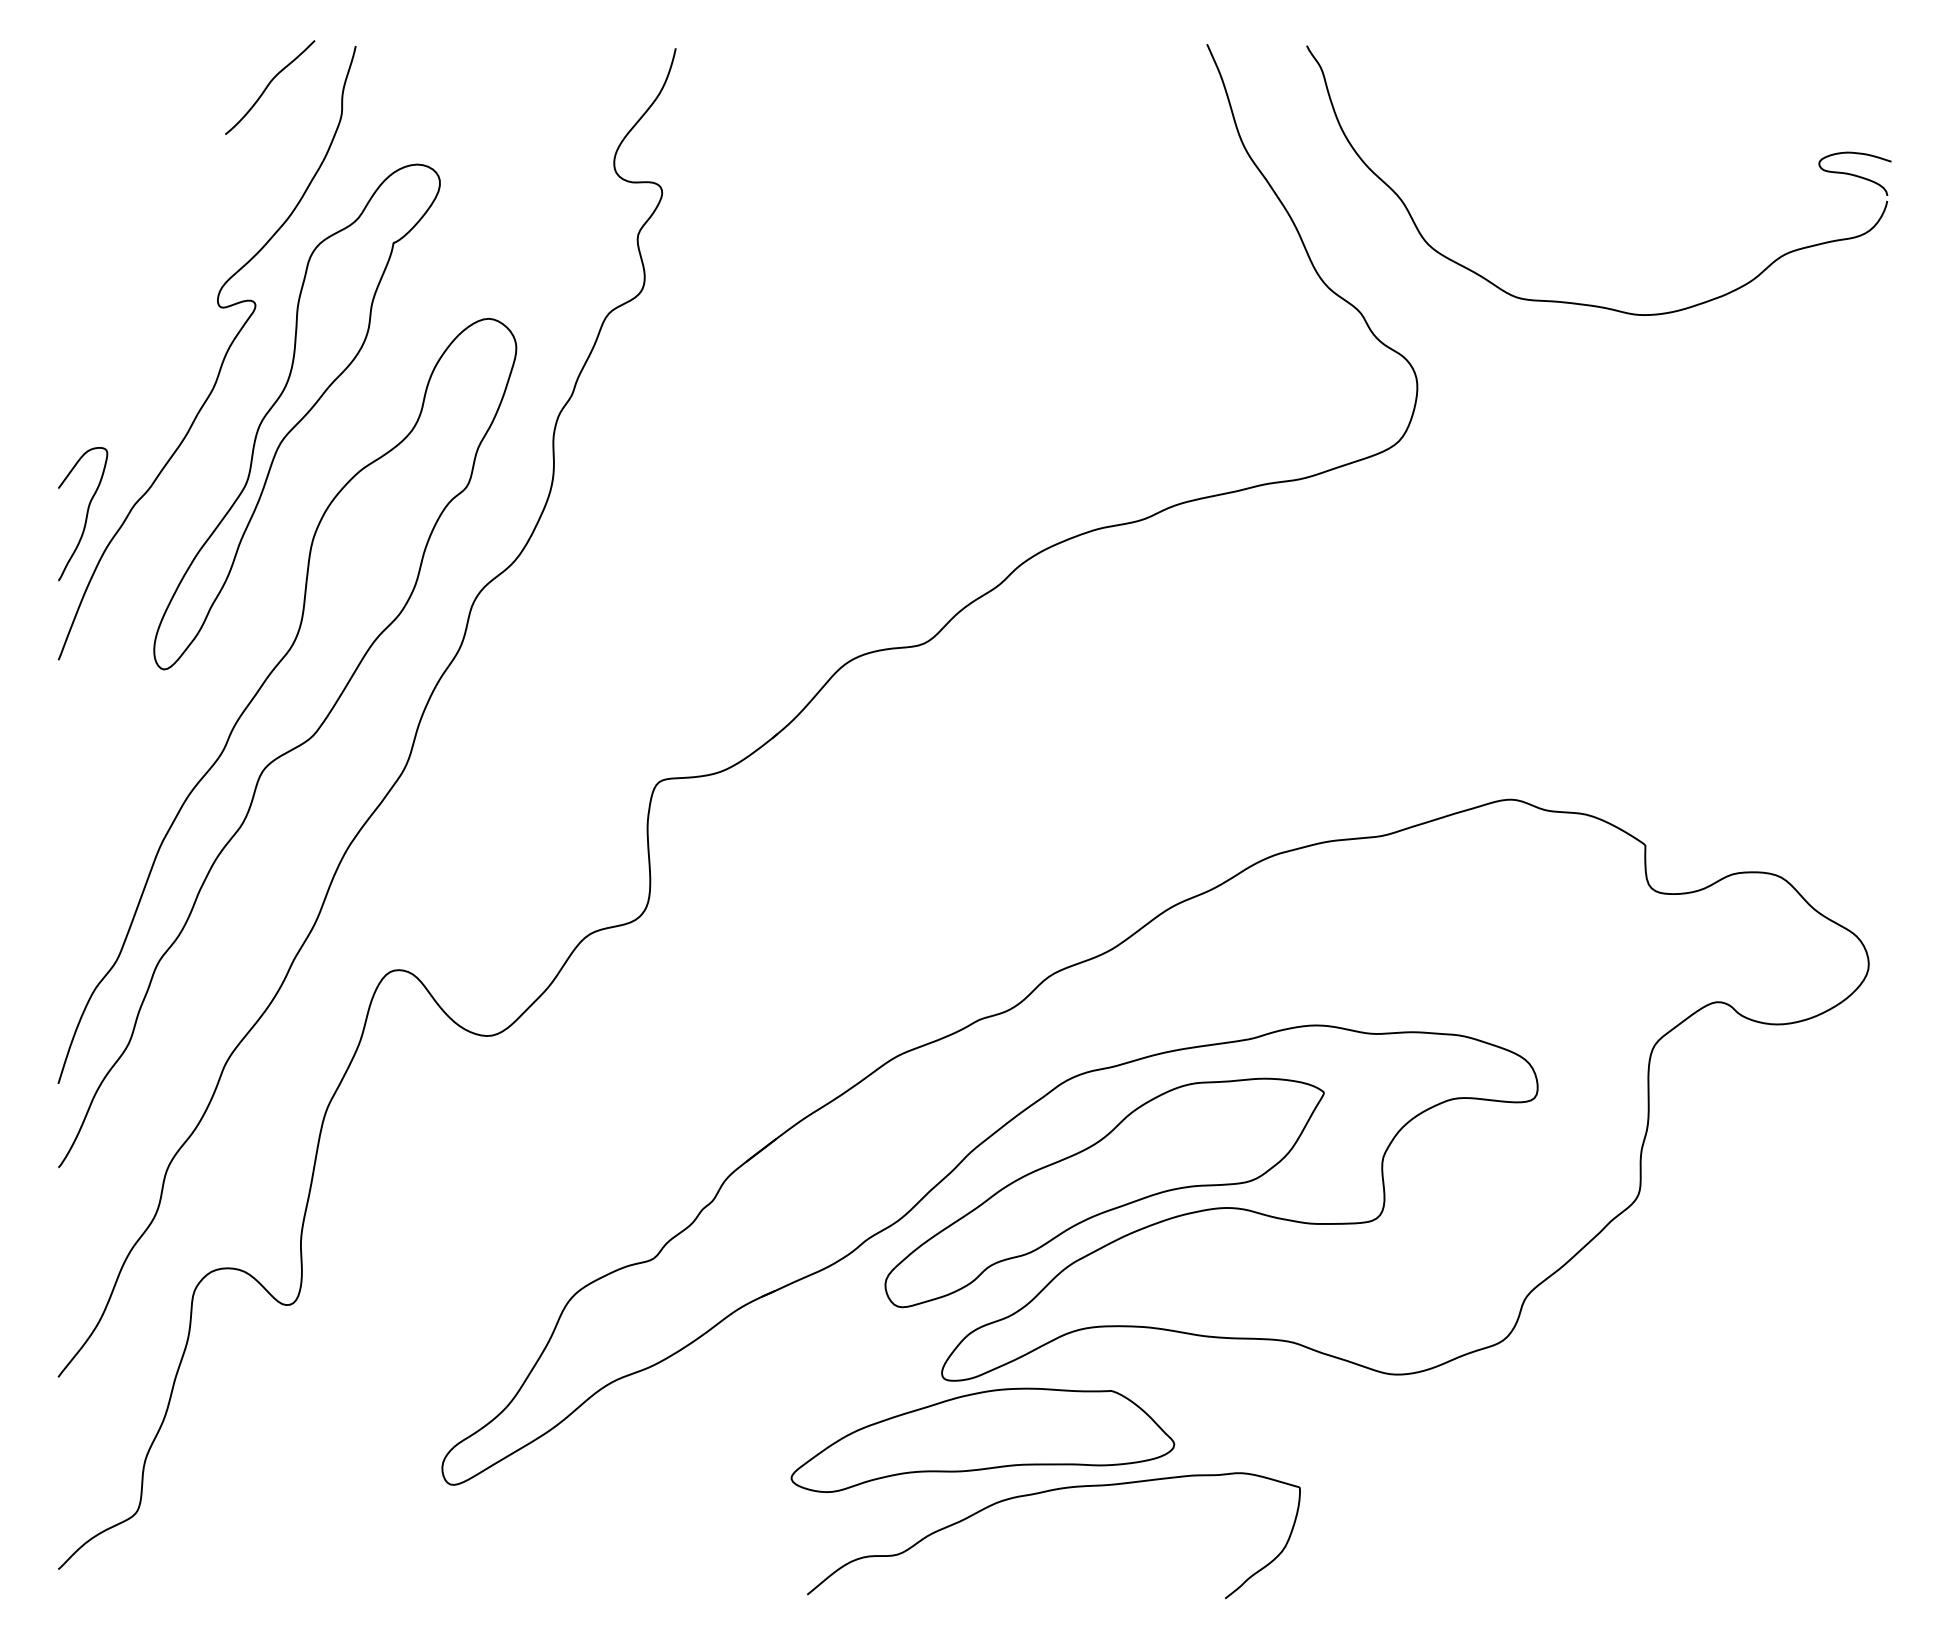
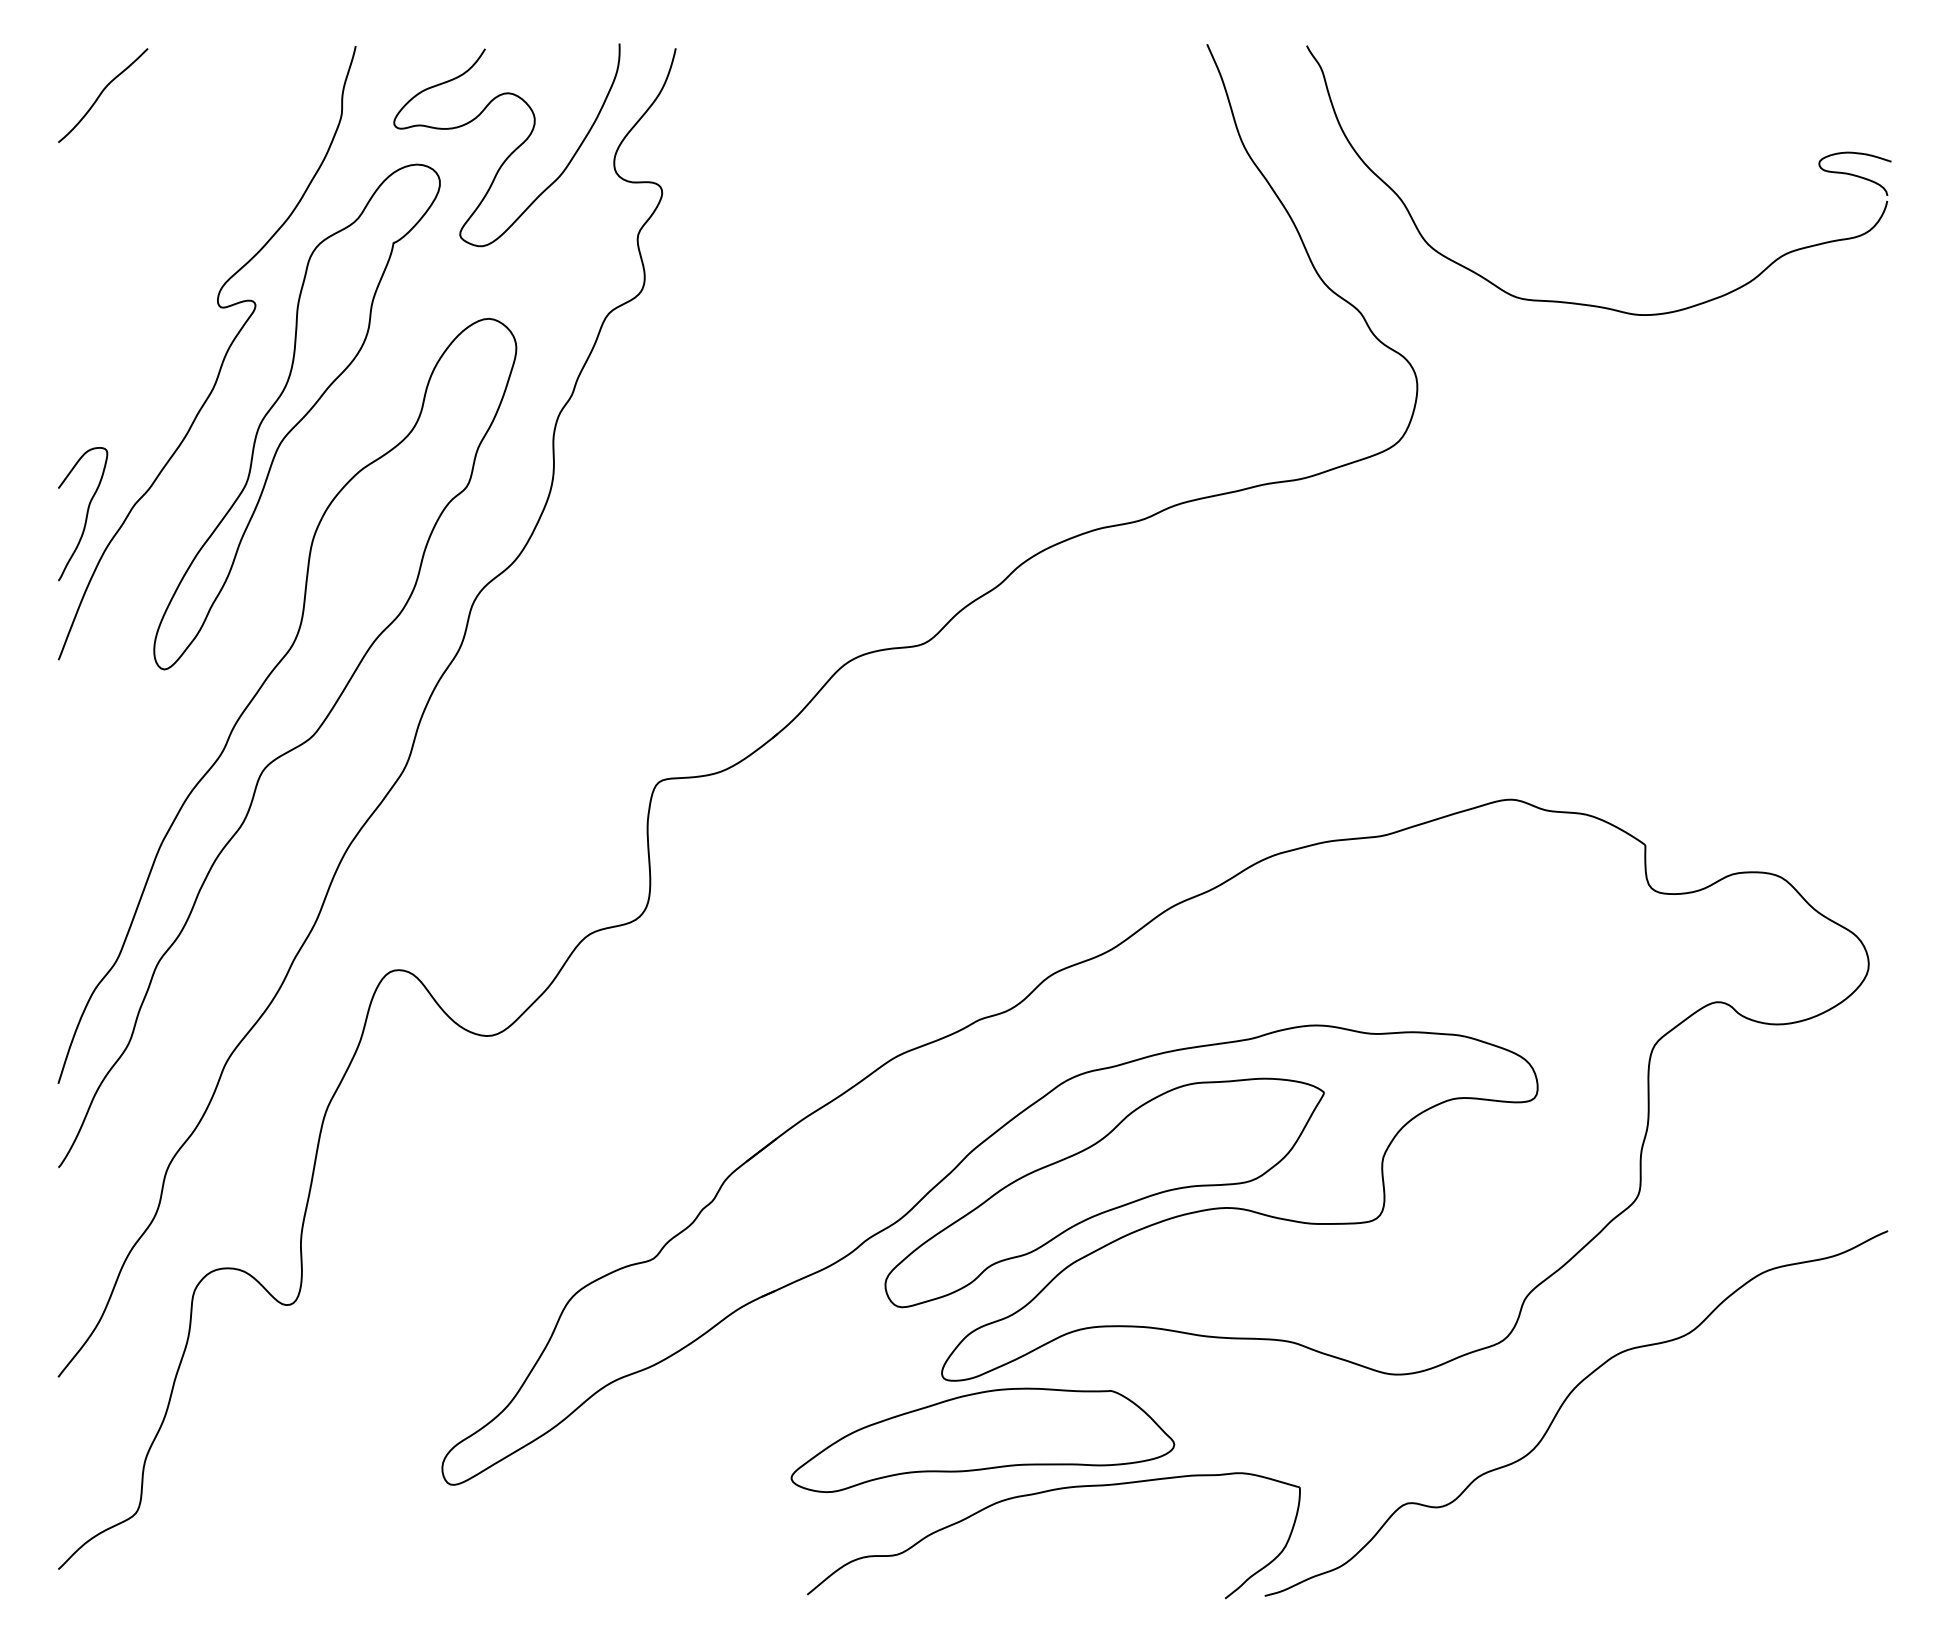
curve at (269, 85) position: (269, 85) -> (102, 93)
curve at (512, 151): none -> present
curve at (1564, 1403): none -> present
